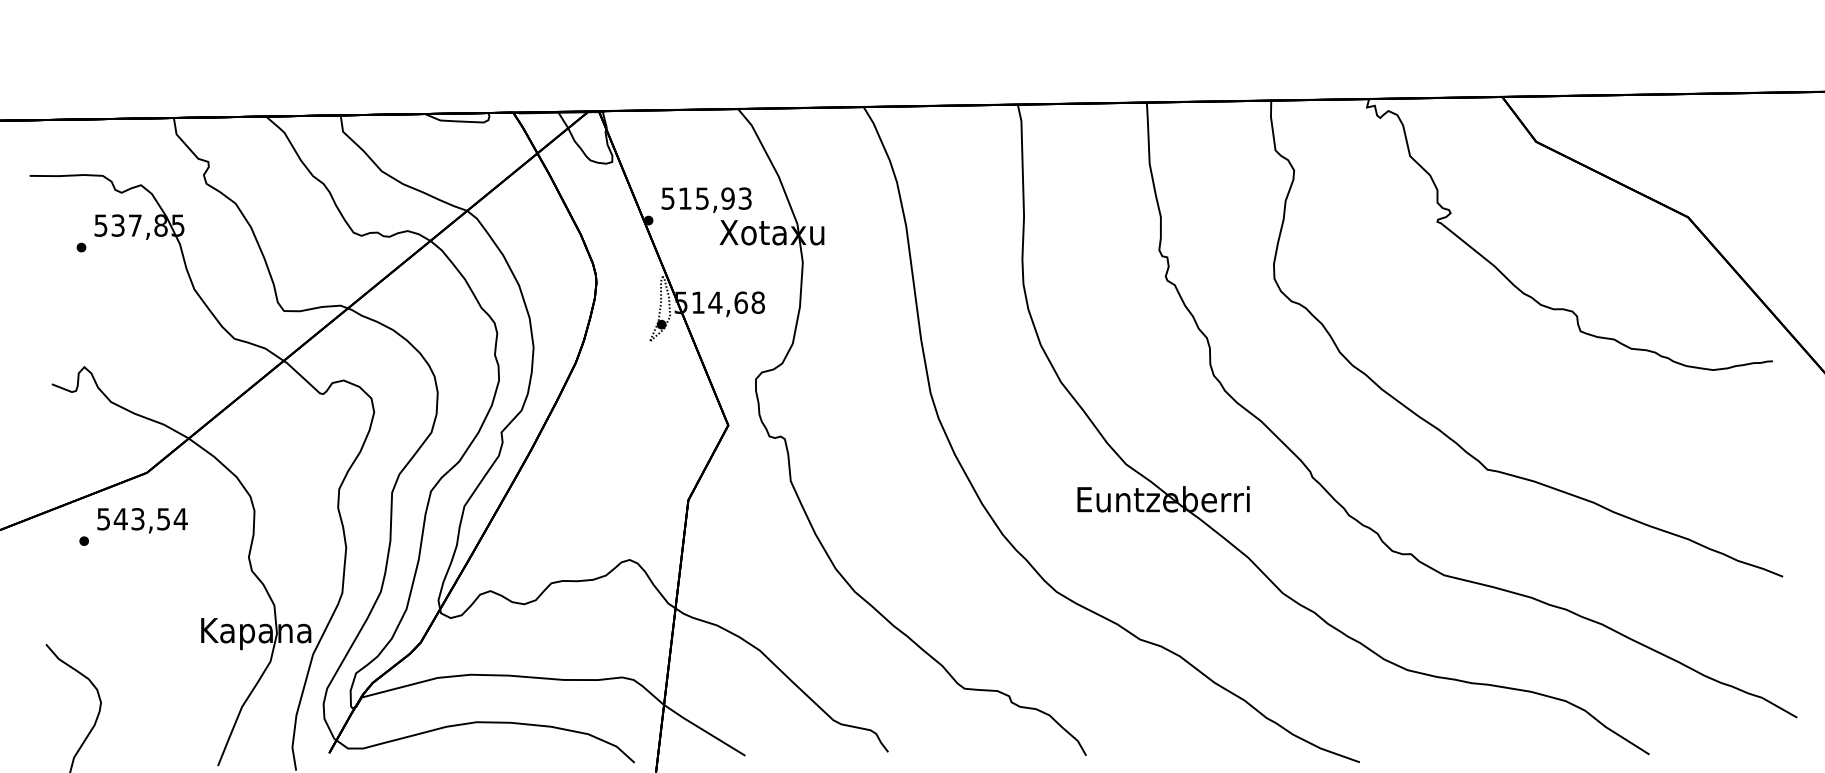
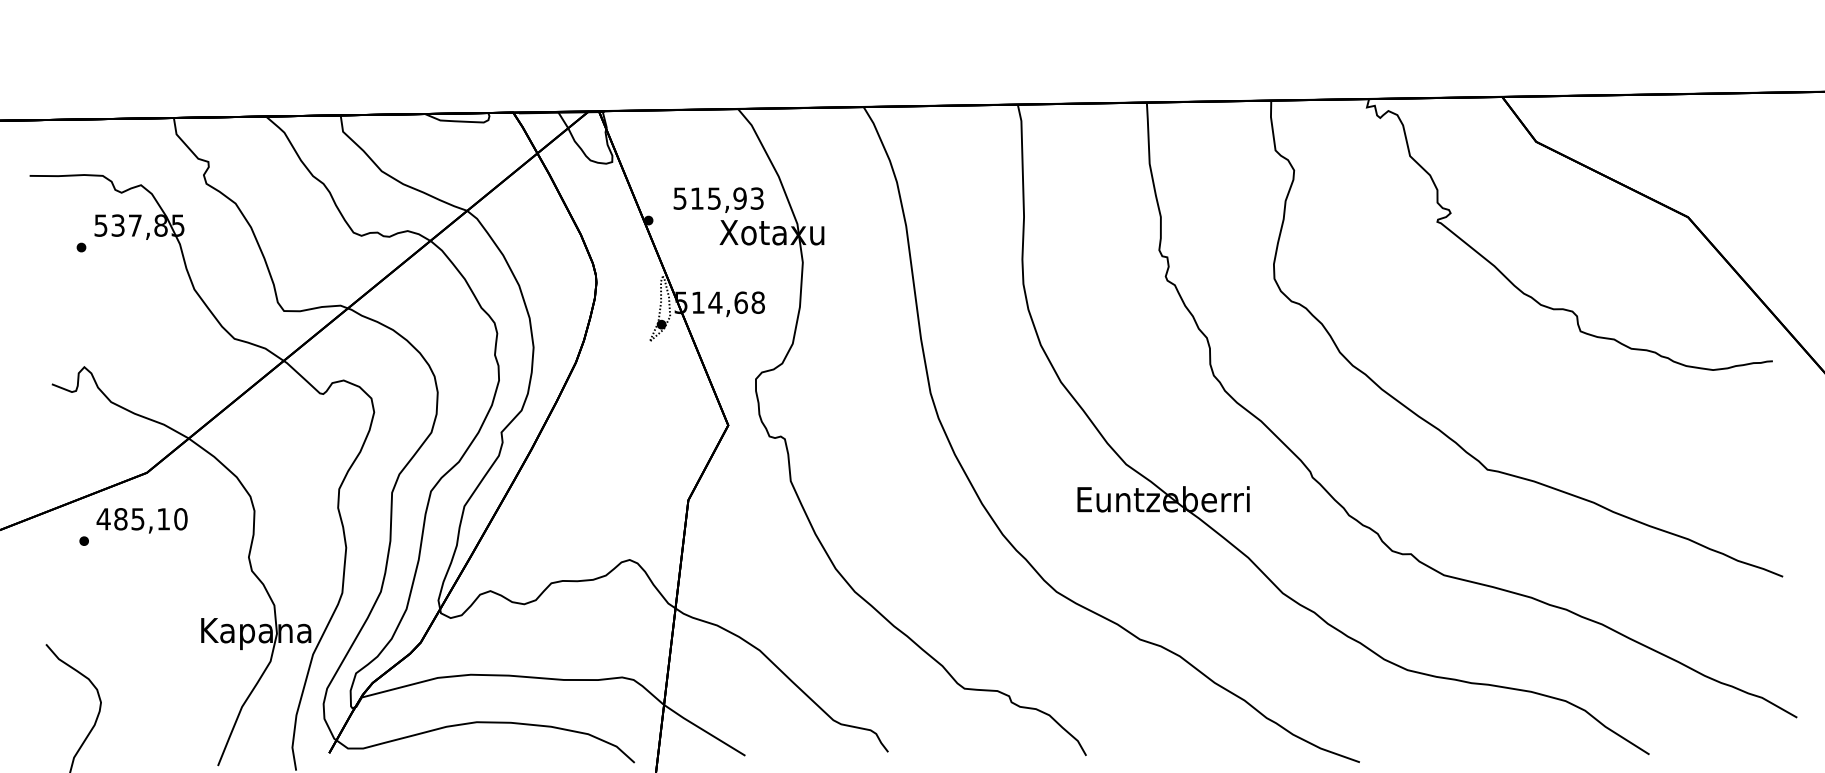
text at (706, 199) position: (706, 199) -> (718, 199)
text at (141, 519): 543,54 -> 485,10
